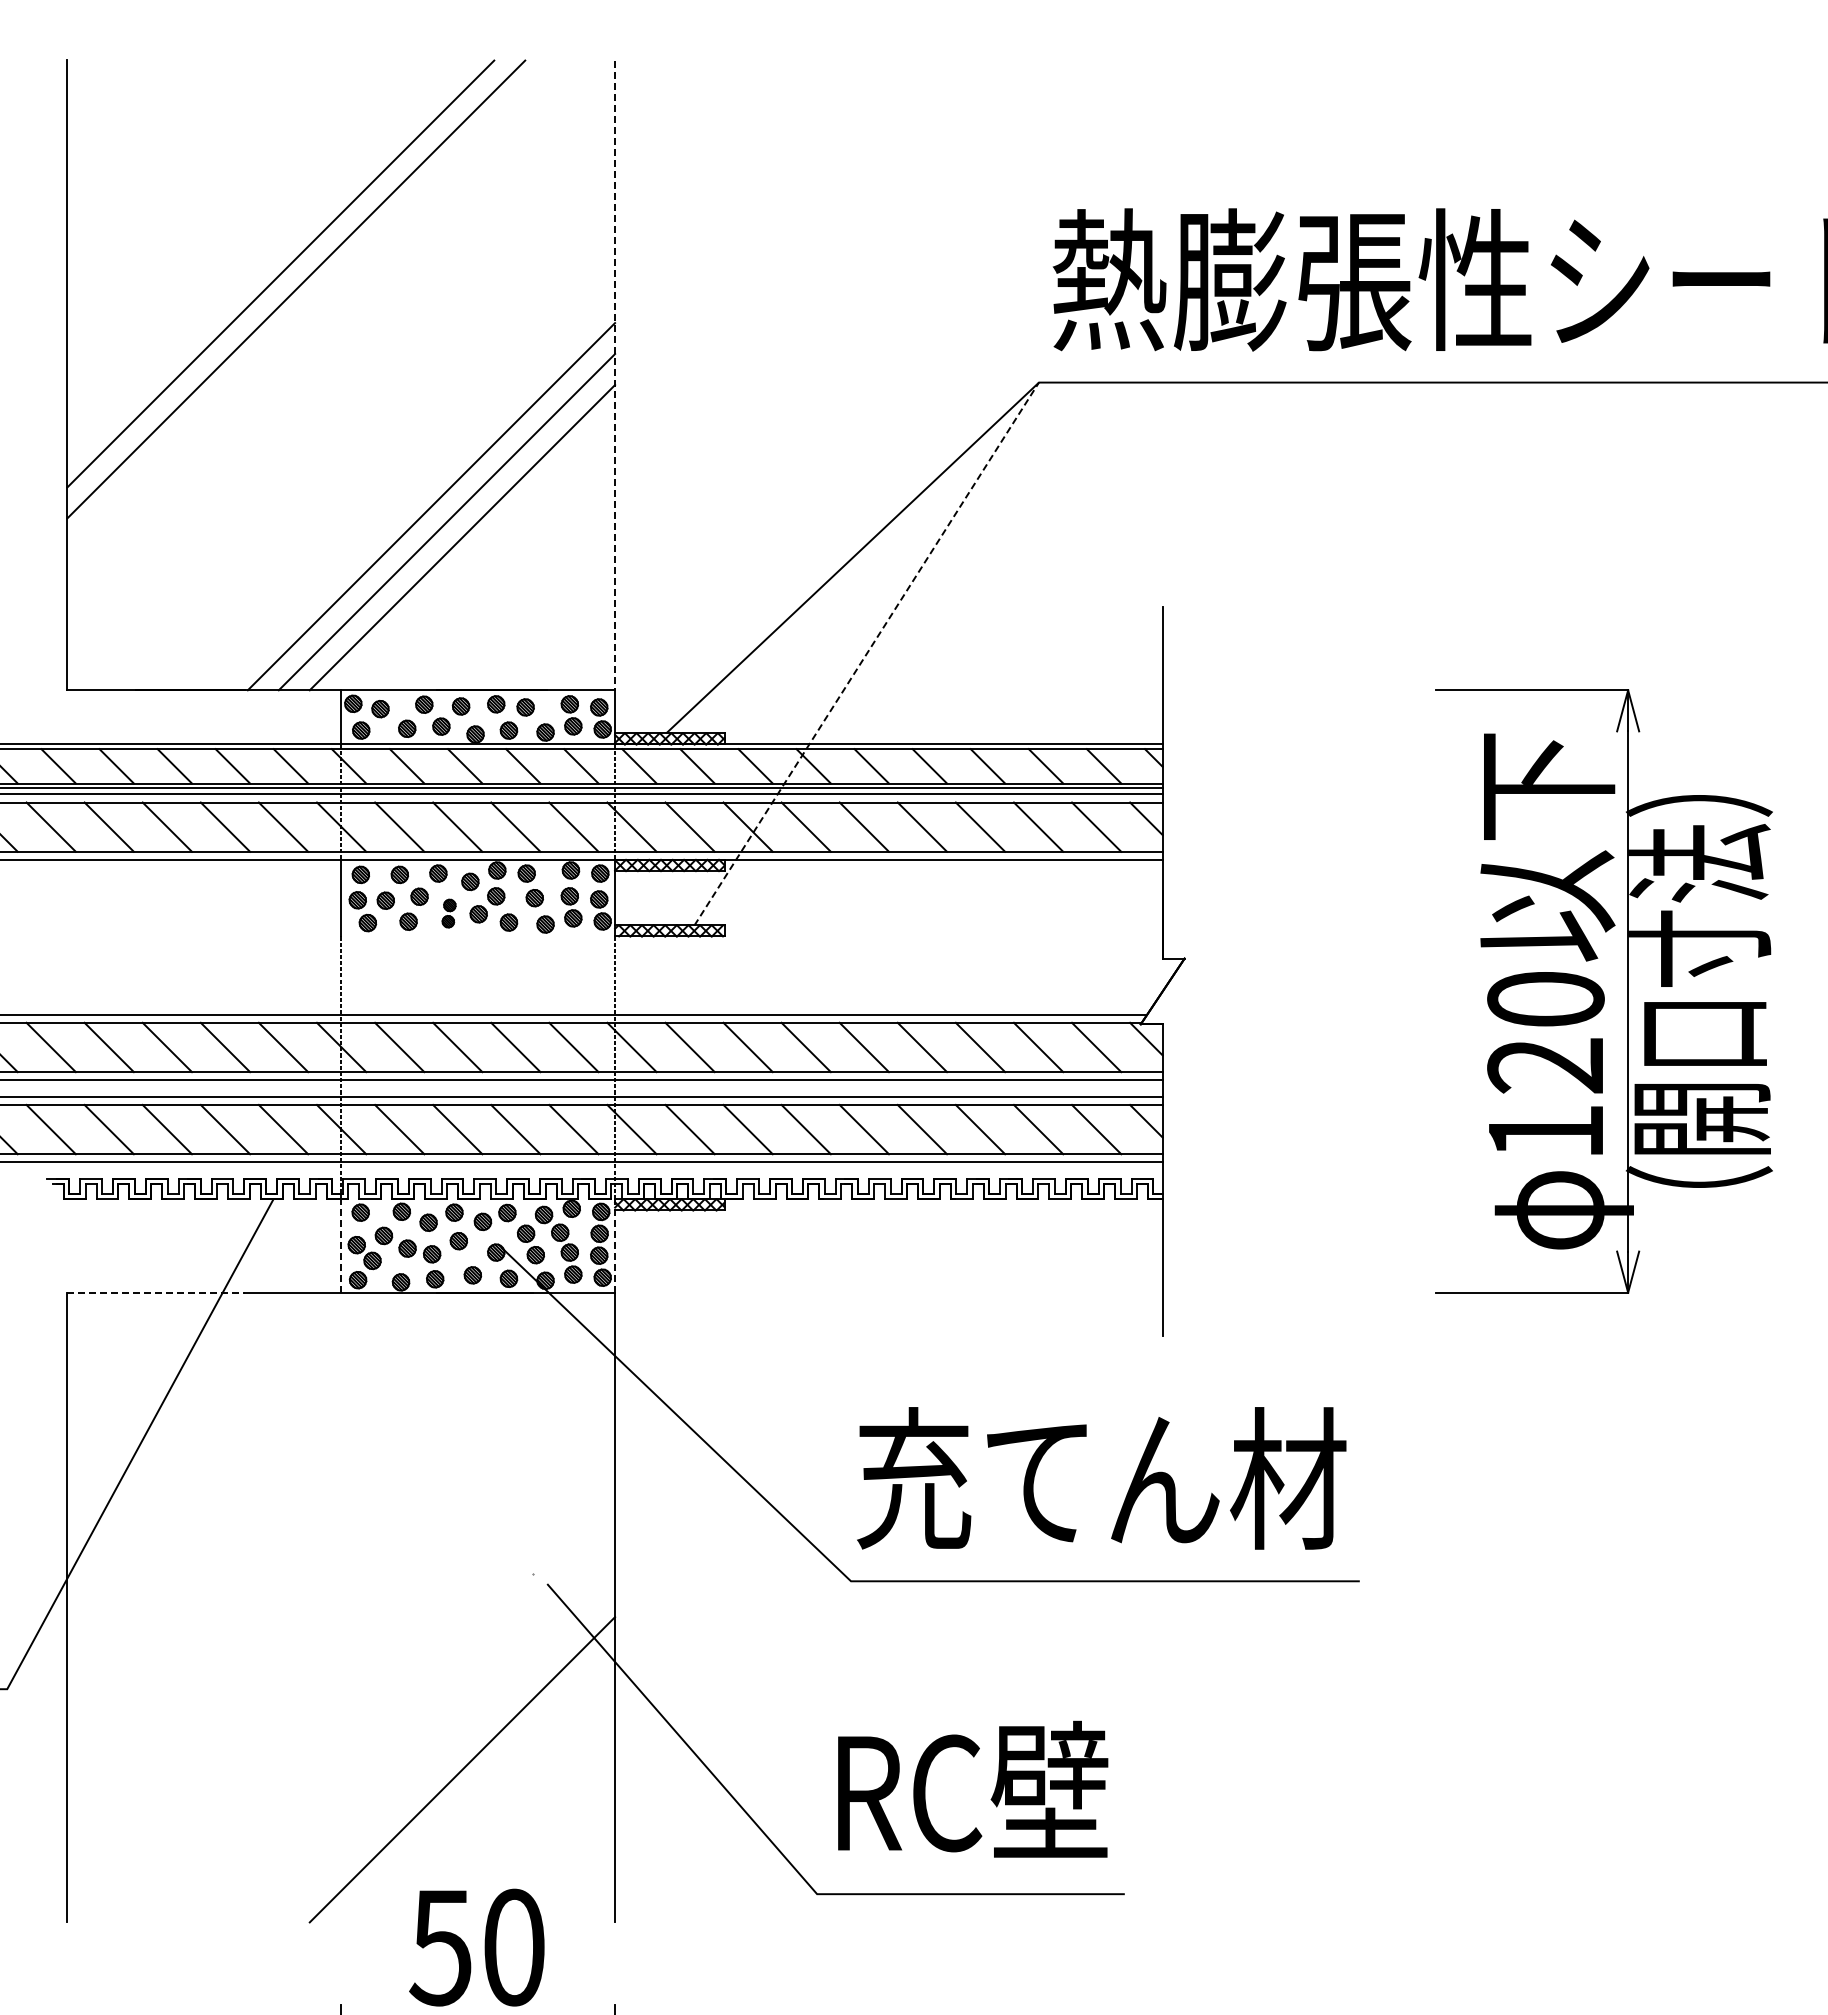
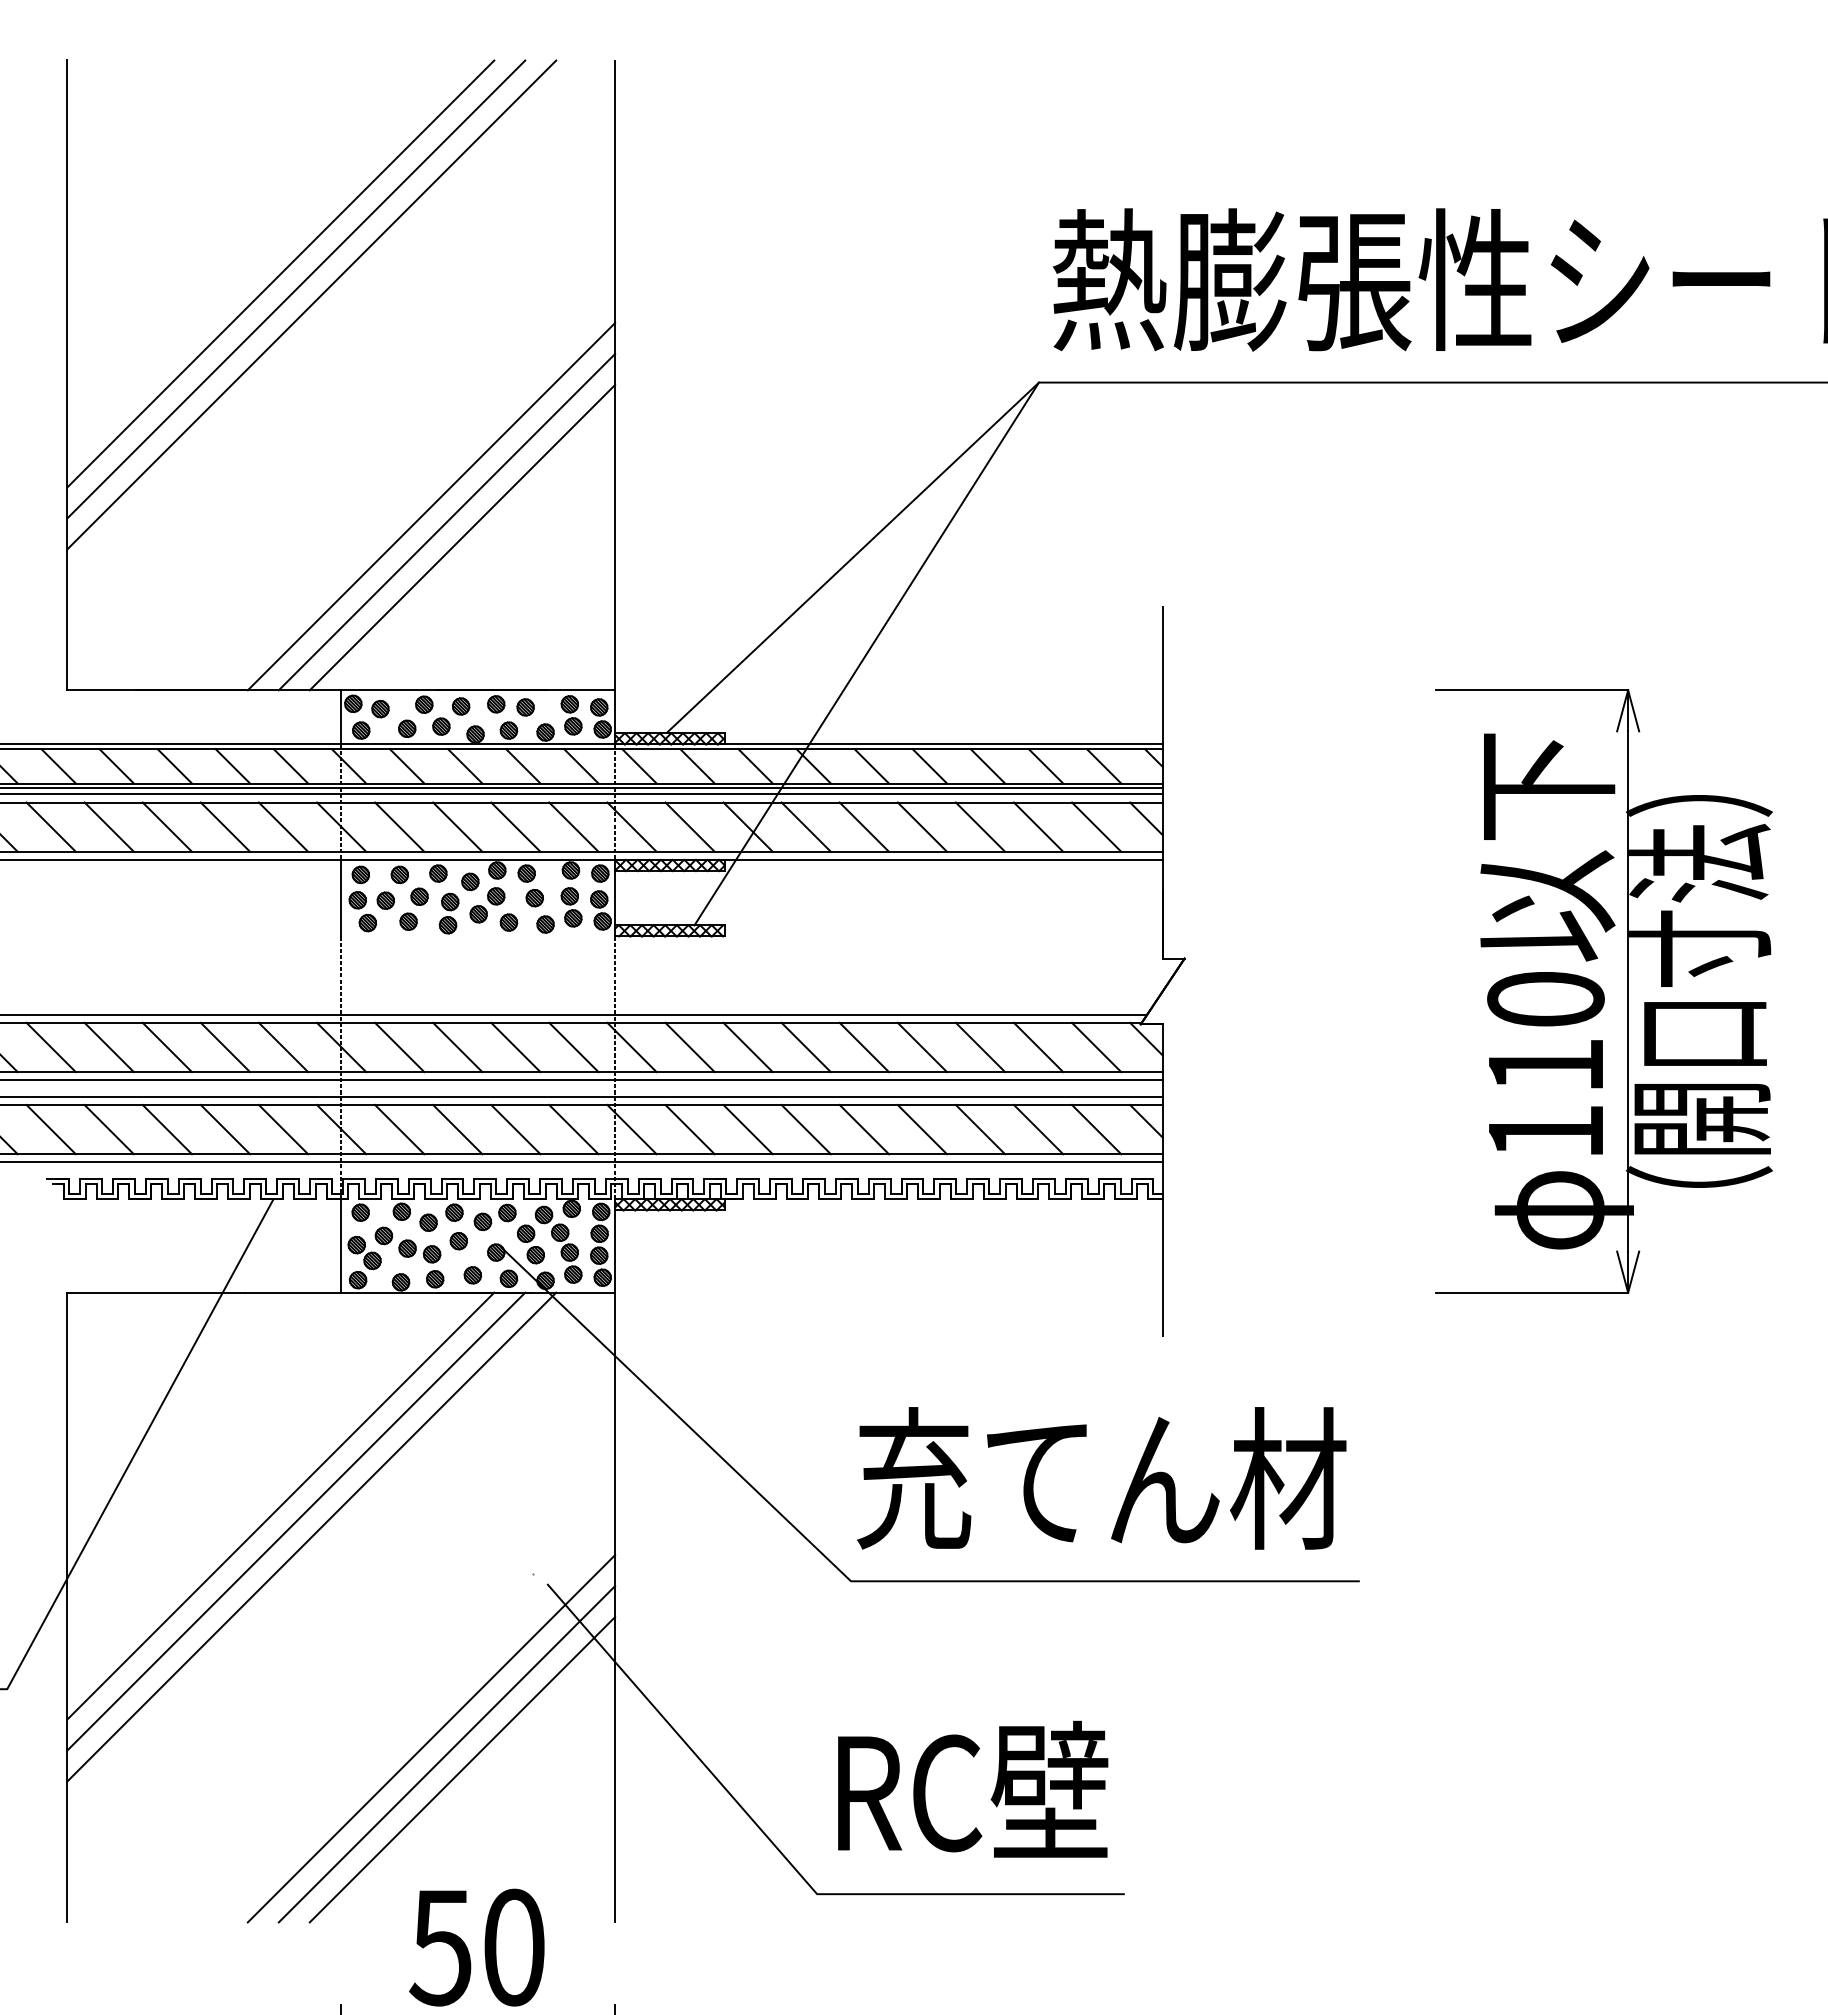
line at (311, 304): none -> present
line at (615, 375): dashed -> solid
line at (866, 653): dashed -> solid
part at (448, 913) size: 16x31 px -> 22x43 px
text at (1544, 1065): 120 -> 110
line at (341, 1246): dashed -> solid
line at (615, 1246): dashed -> solid
line at (156, 1292): dashed -> solid
line at (280, 1505): none -> present
line at (296, 1521): none -> present
line at (311, 1536): none -> present
line at (431, 1738): none -> present
line at (446, 1754): none -> present
